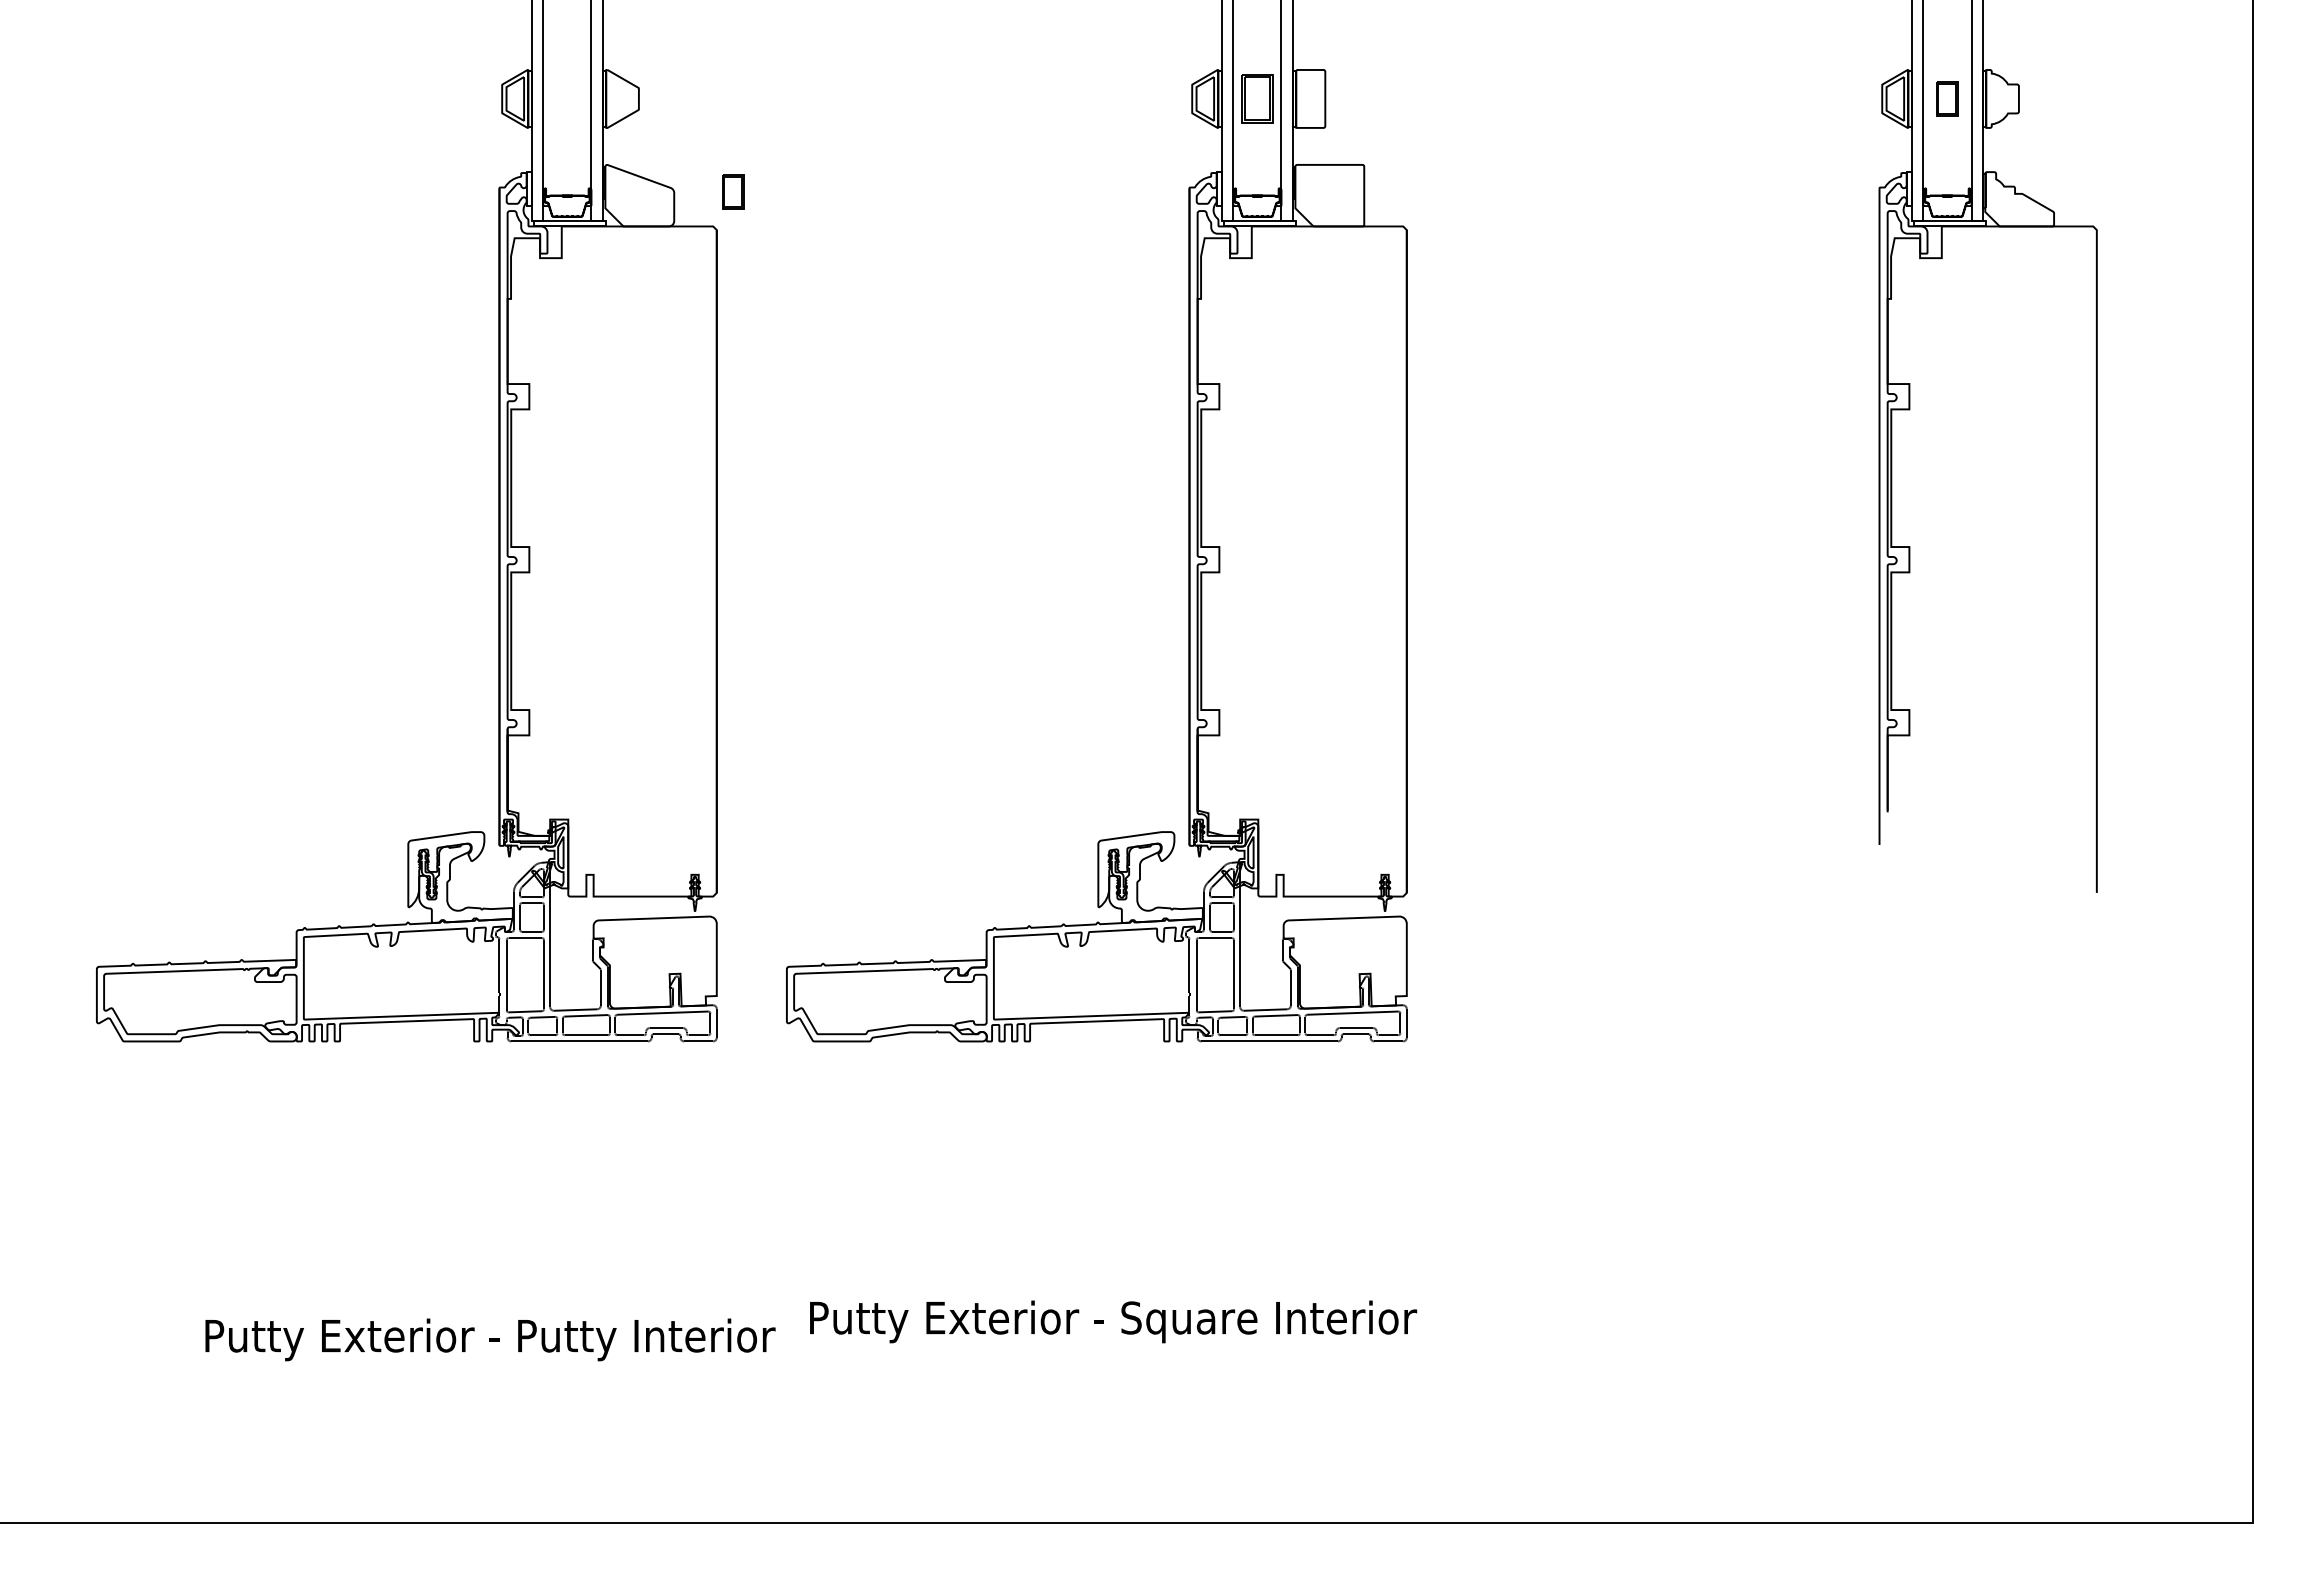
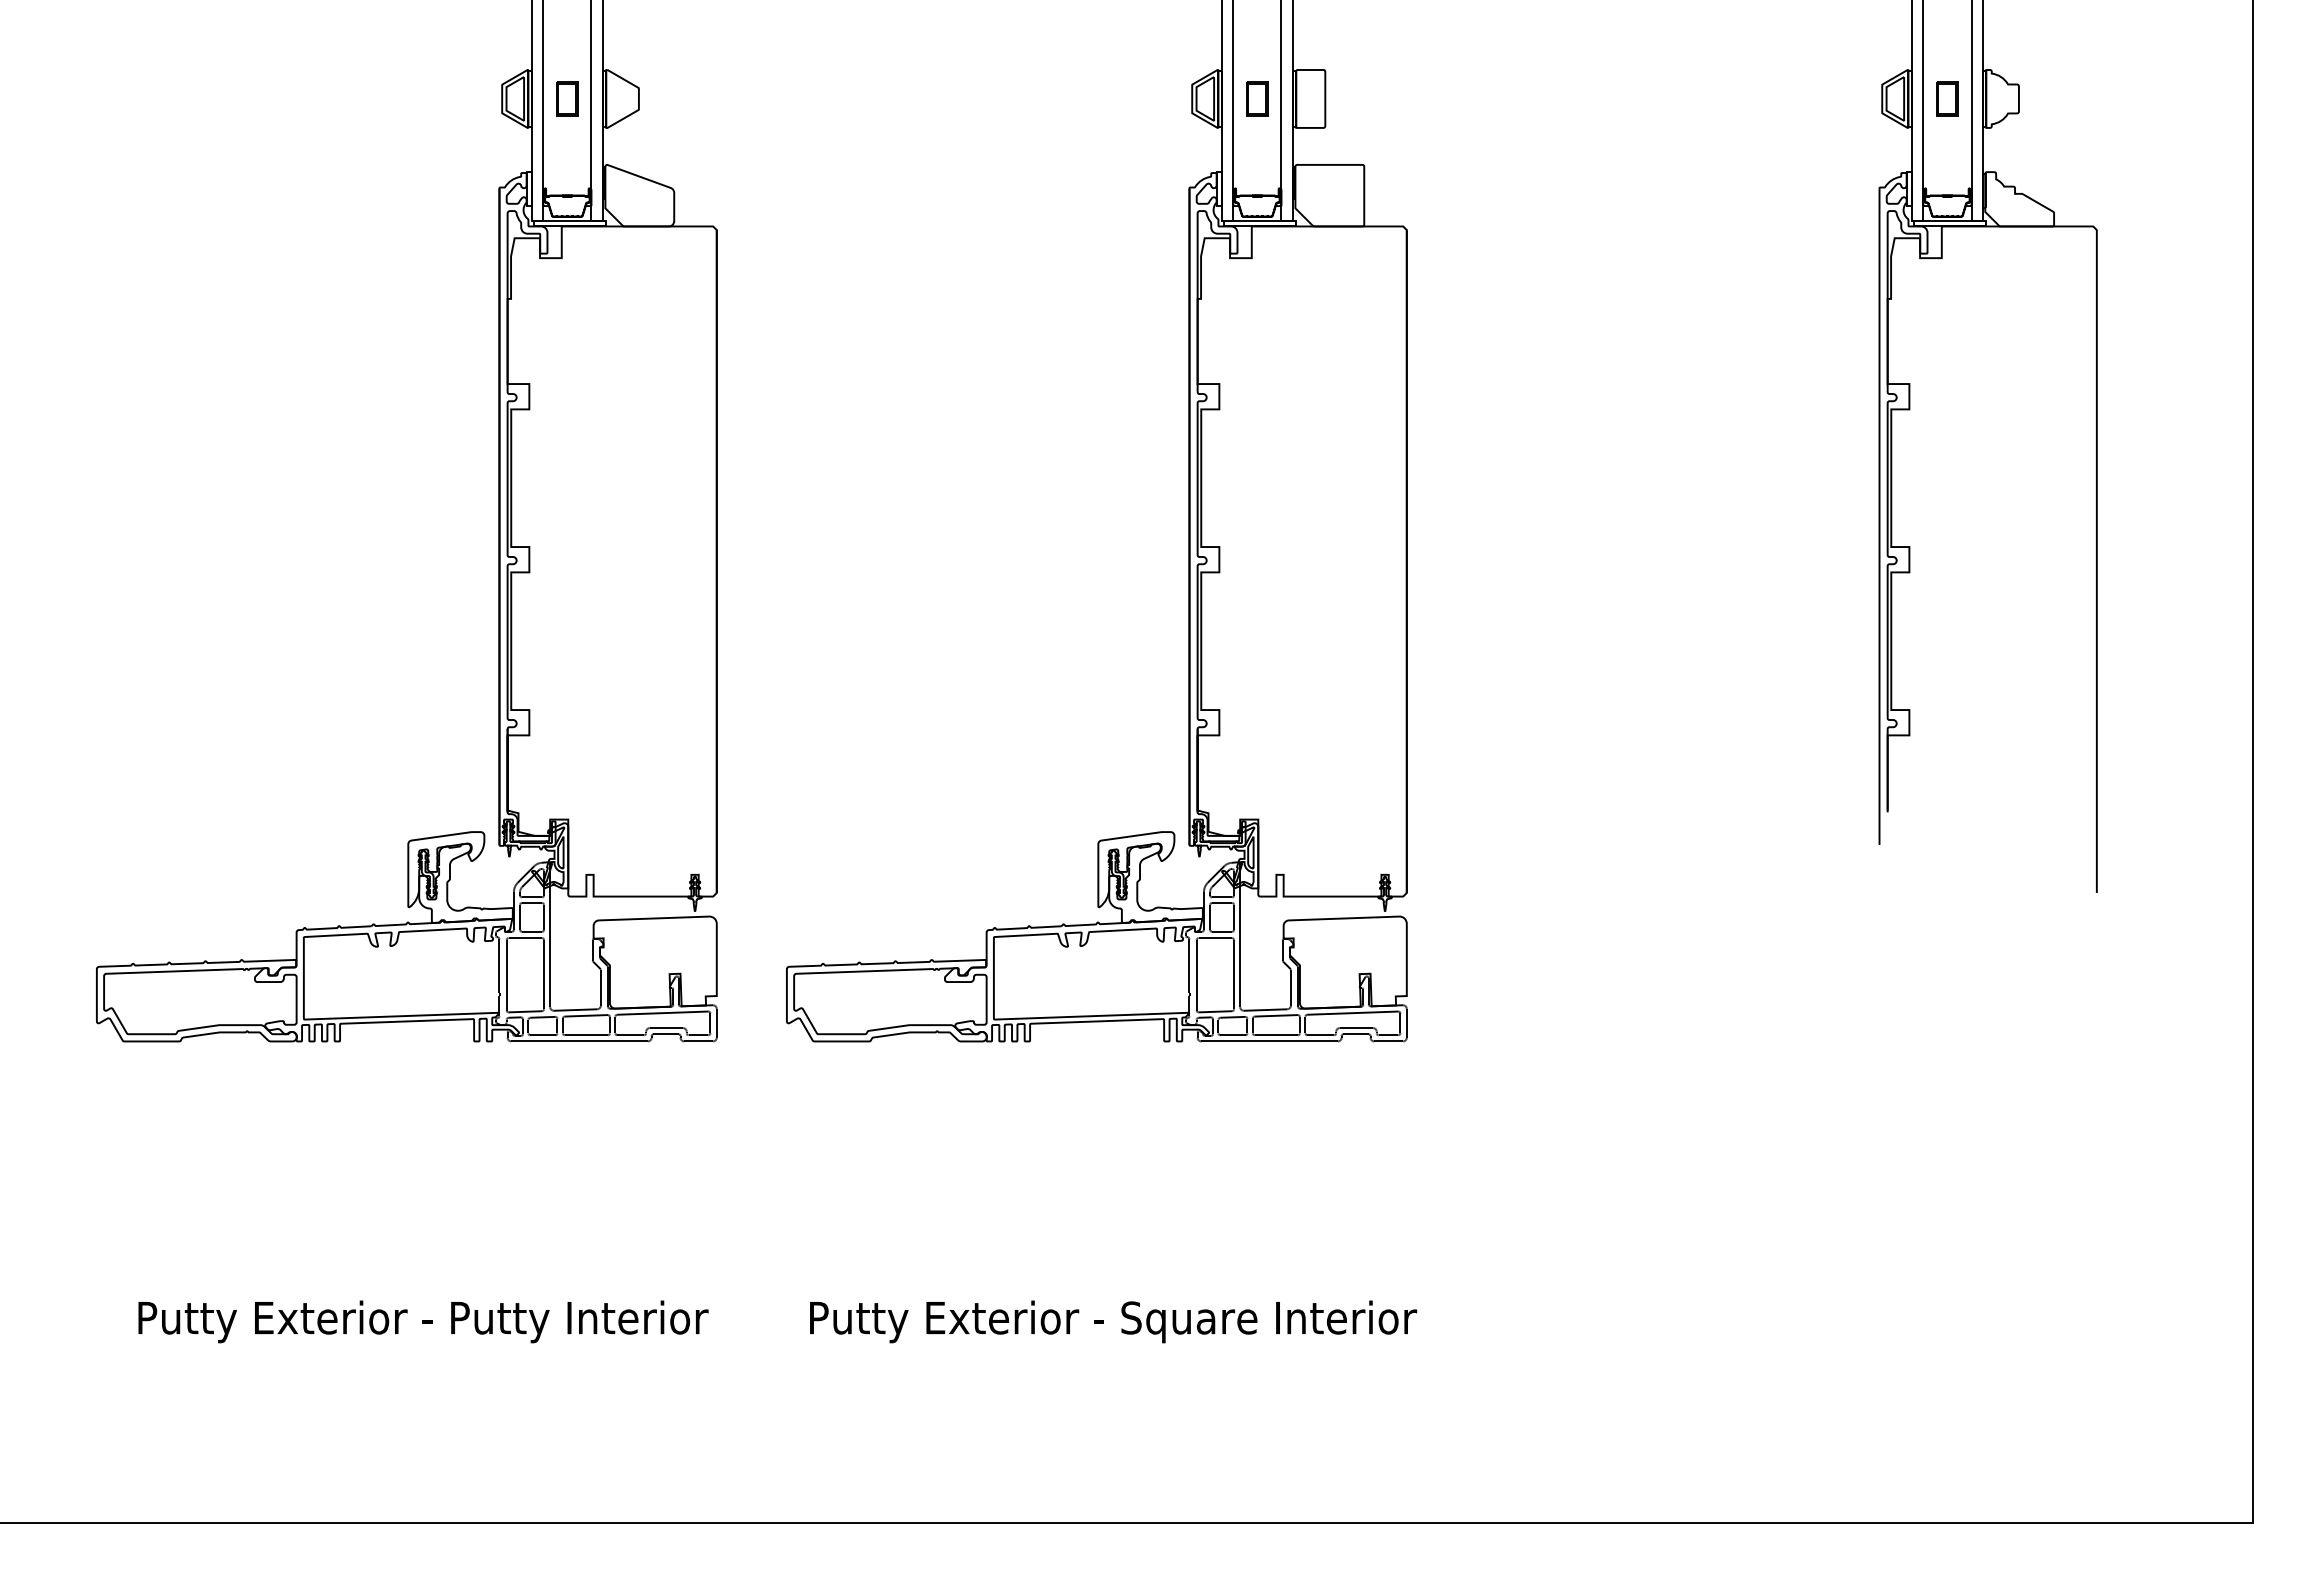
part at (1257, 98) size: 33x50 px -> 23x36 px
part at (733, 191) position: (733, 191) -> (567, 98)
text at (490, 1339) position: (490, 1339) -> (423, 1321)
